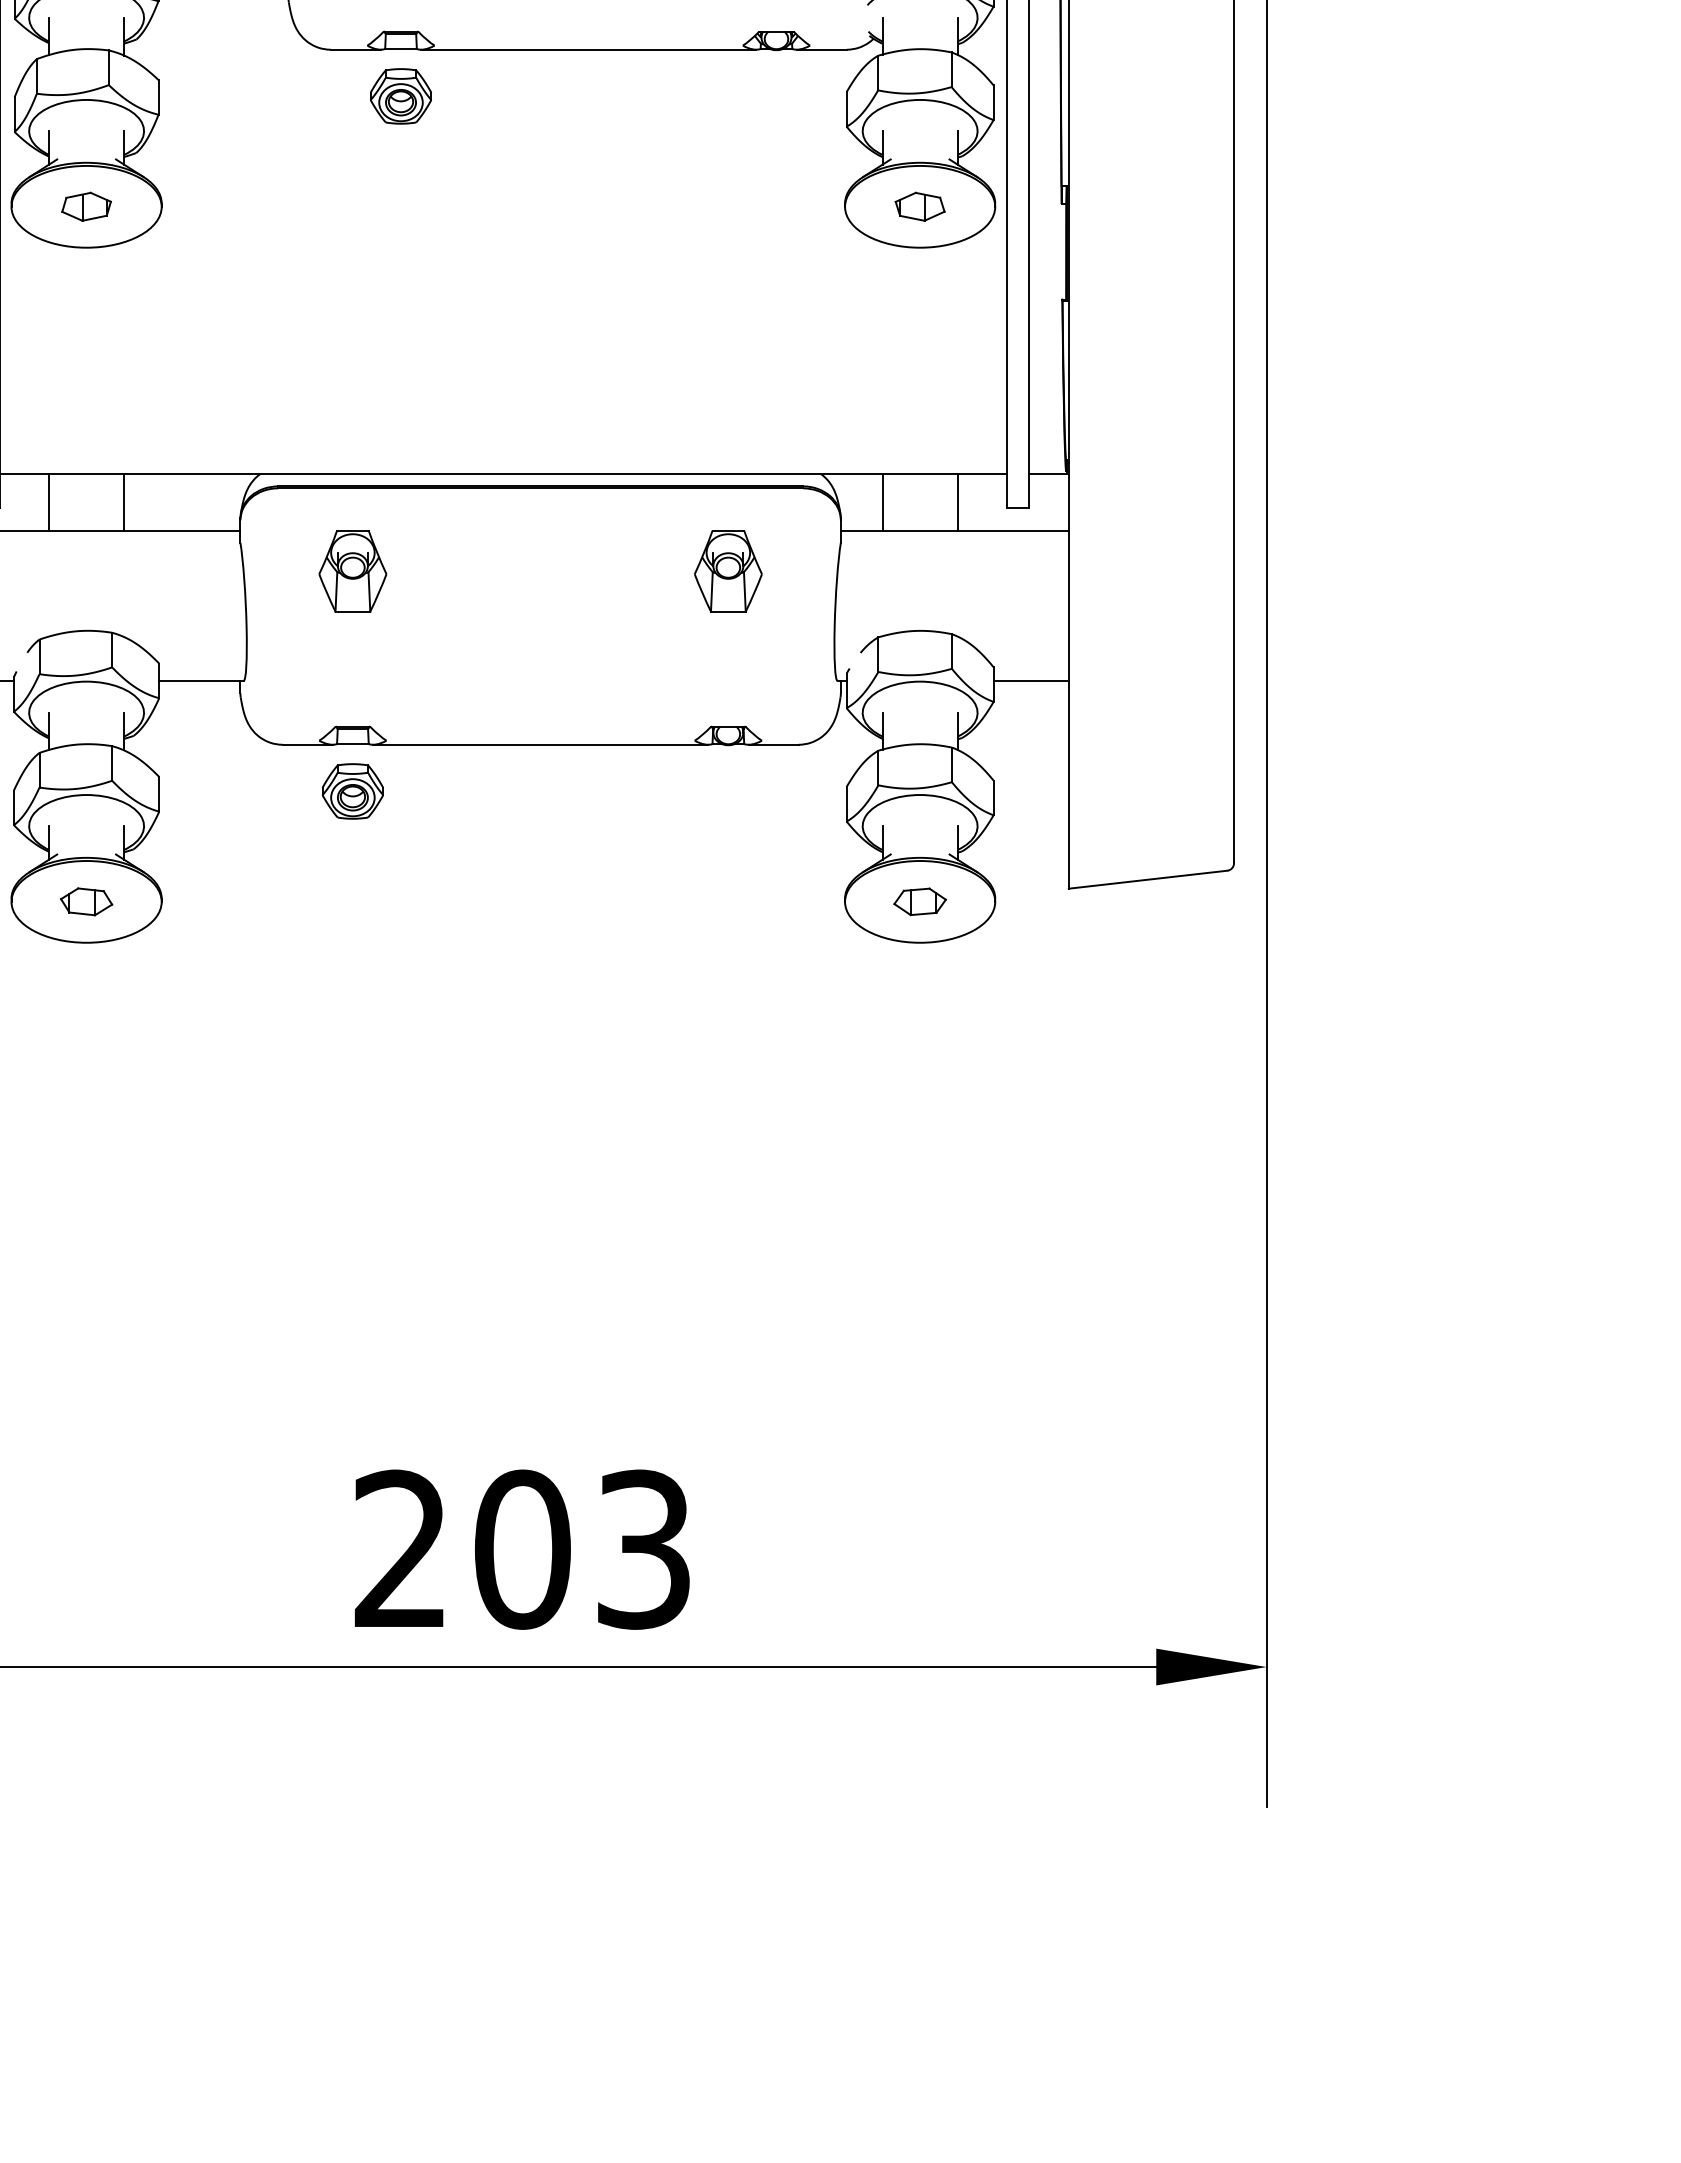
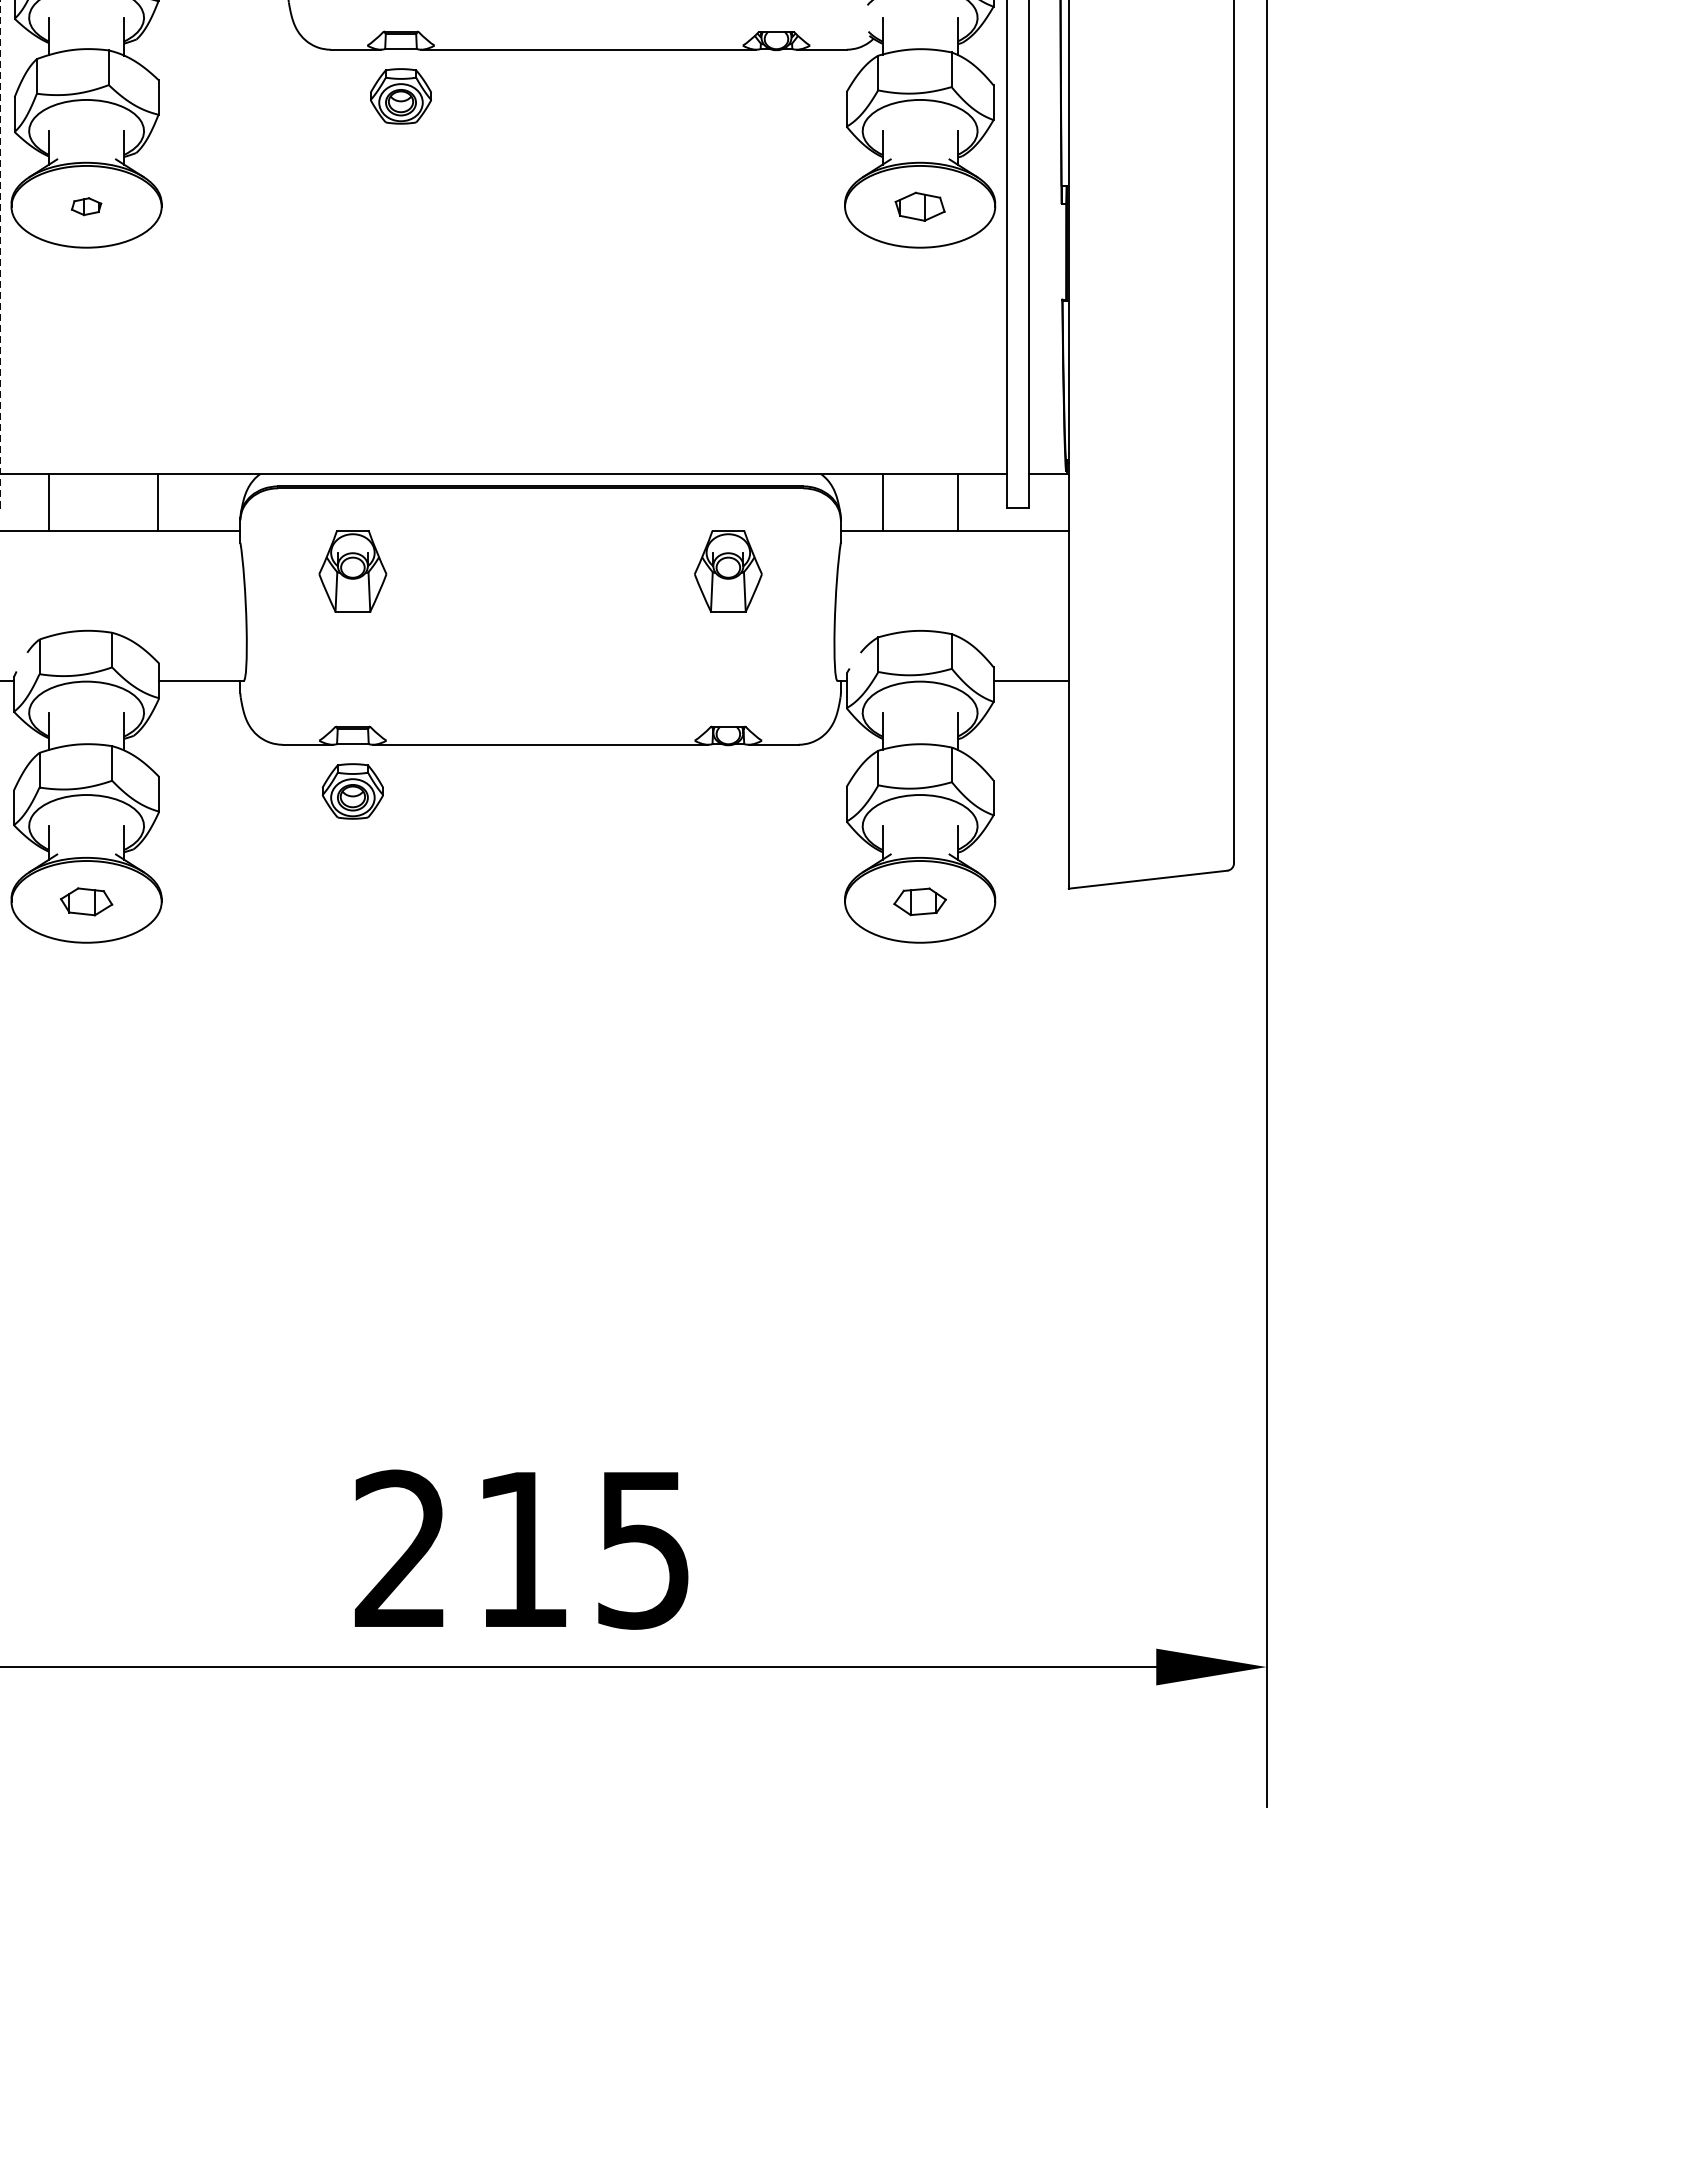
part at (86, 206) size: 51x31 px -> 33x20 px
line at (0, 253): solid -> dashed
line at (124, 501) position: (124, 501) -> (158, 501)
text at (582, 1549): 203 -> 215
